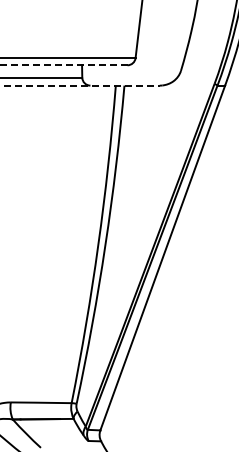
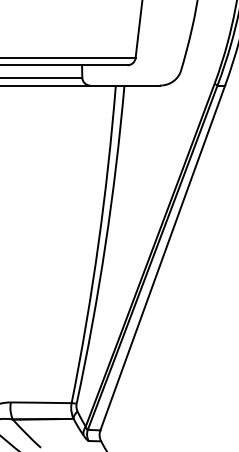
line at (63, 65): dashed -> solid
line at (80, 85): dashed -> solid
